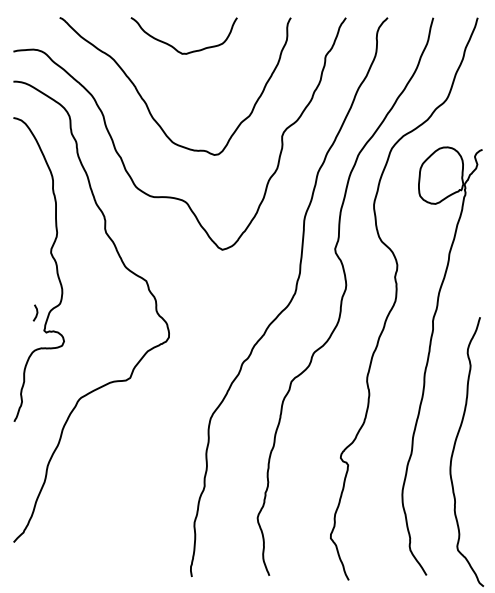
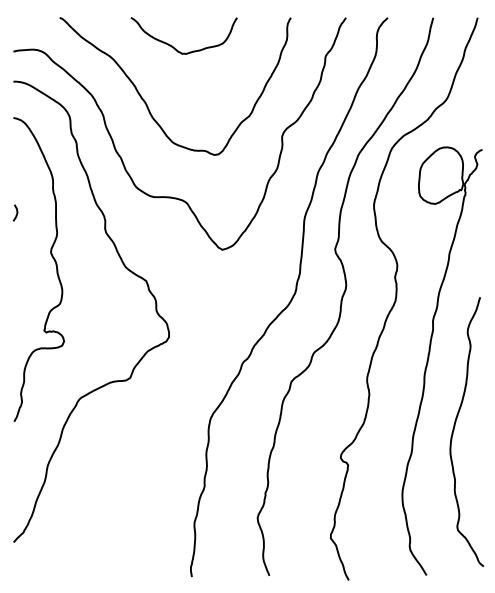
curve at (36, 312) position: (36, 312) -> (16, 212)
curve at (454, 450) position: (454, 450) -> (454, 430)
